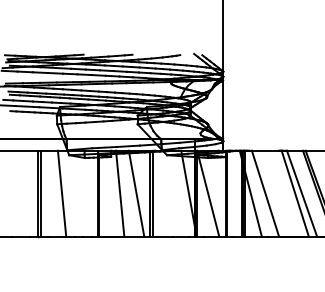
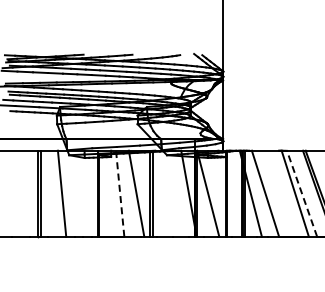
line at (120, 193): solid -> dashed
line at (302, 193): solid -> dashed
